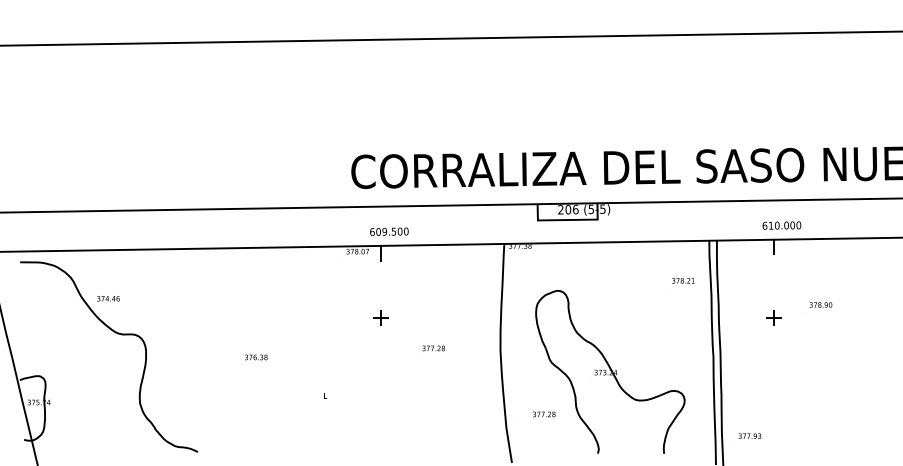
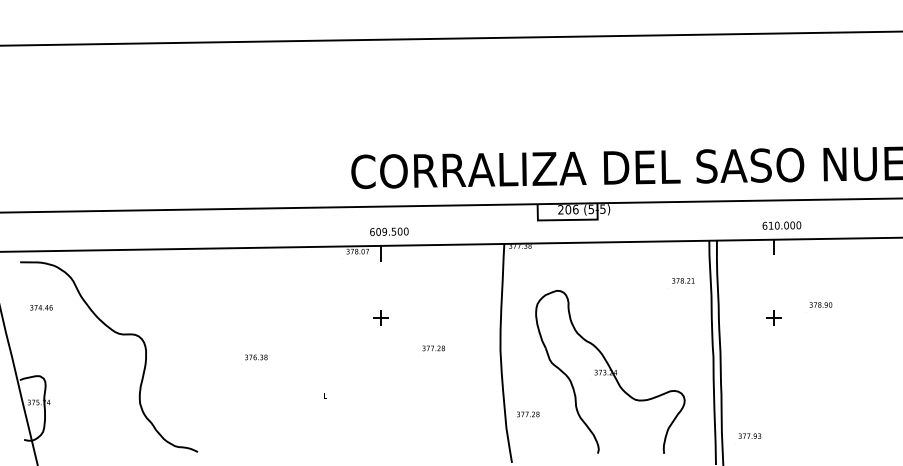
text at (108, 298) position: (108, 298) -> (41, 307)
text at (544, 414) position: (544, 414) -> (528, 414)
